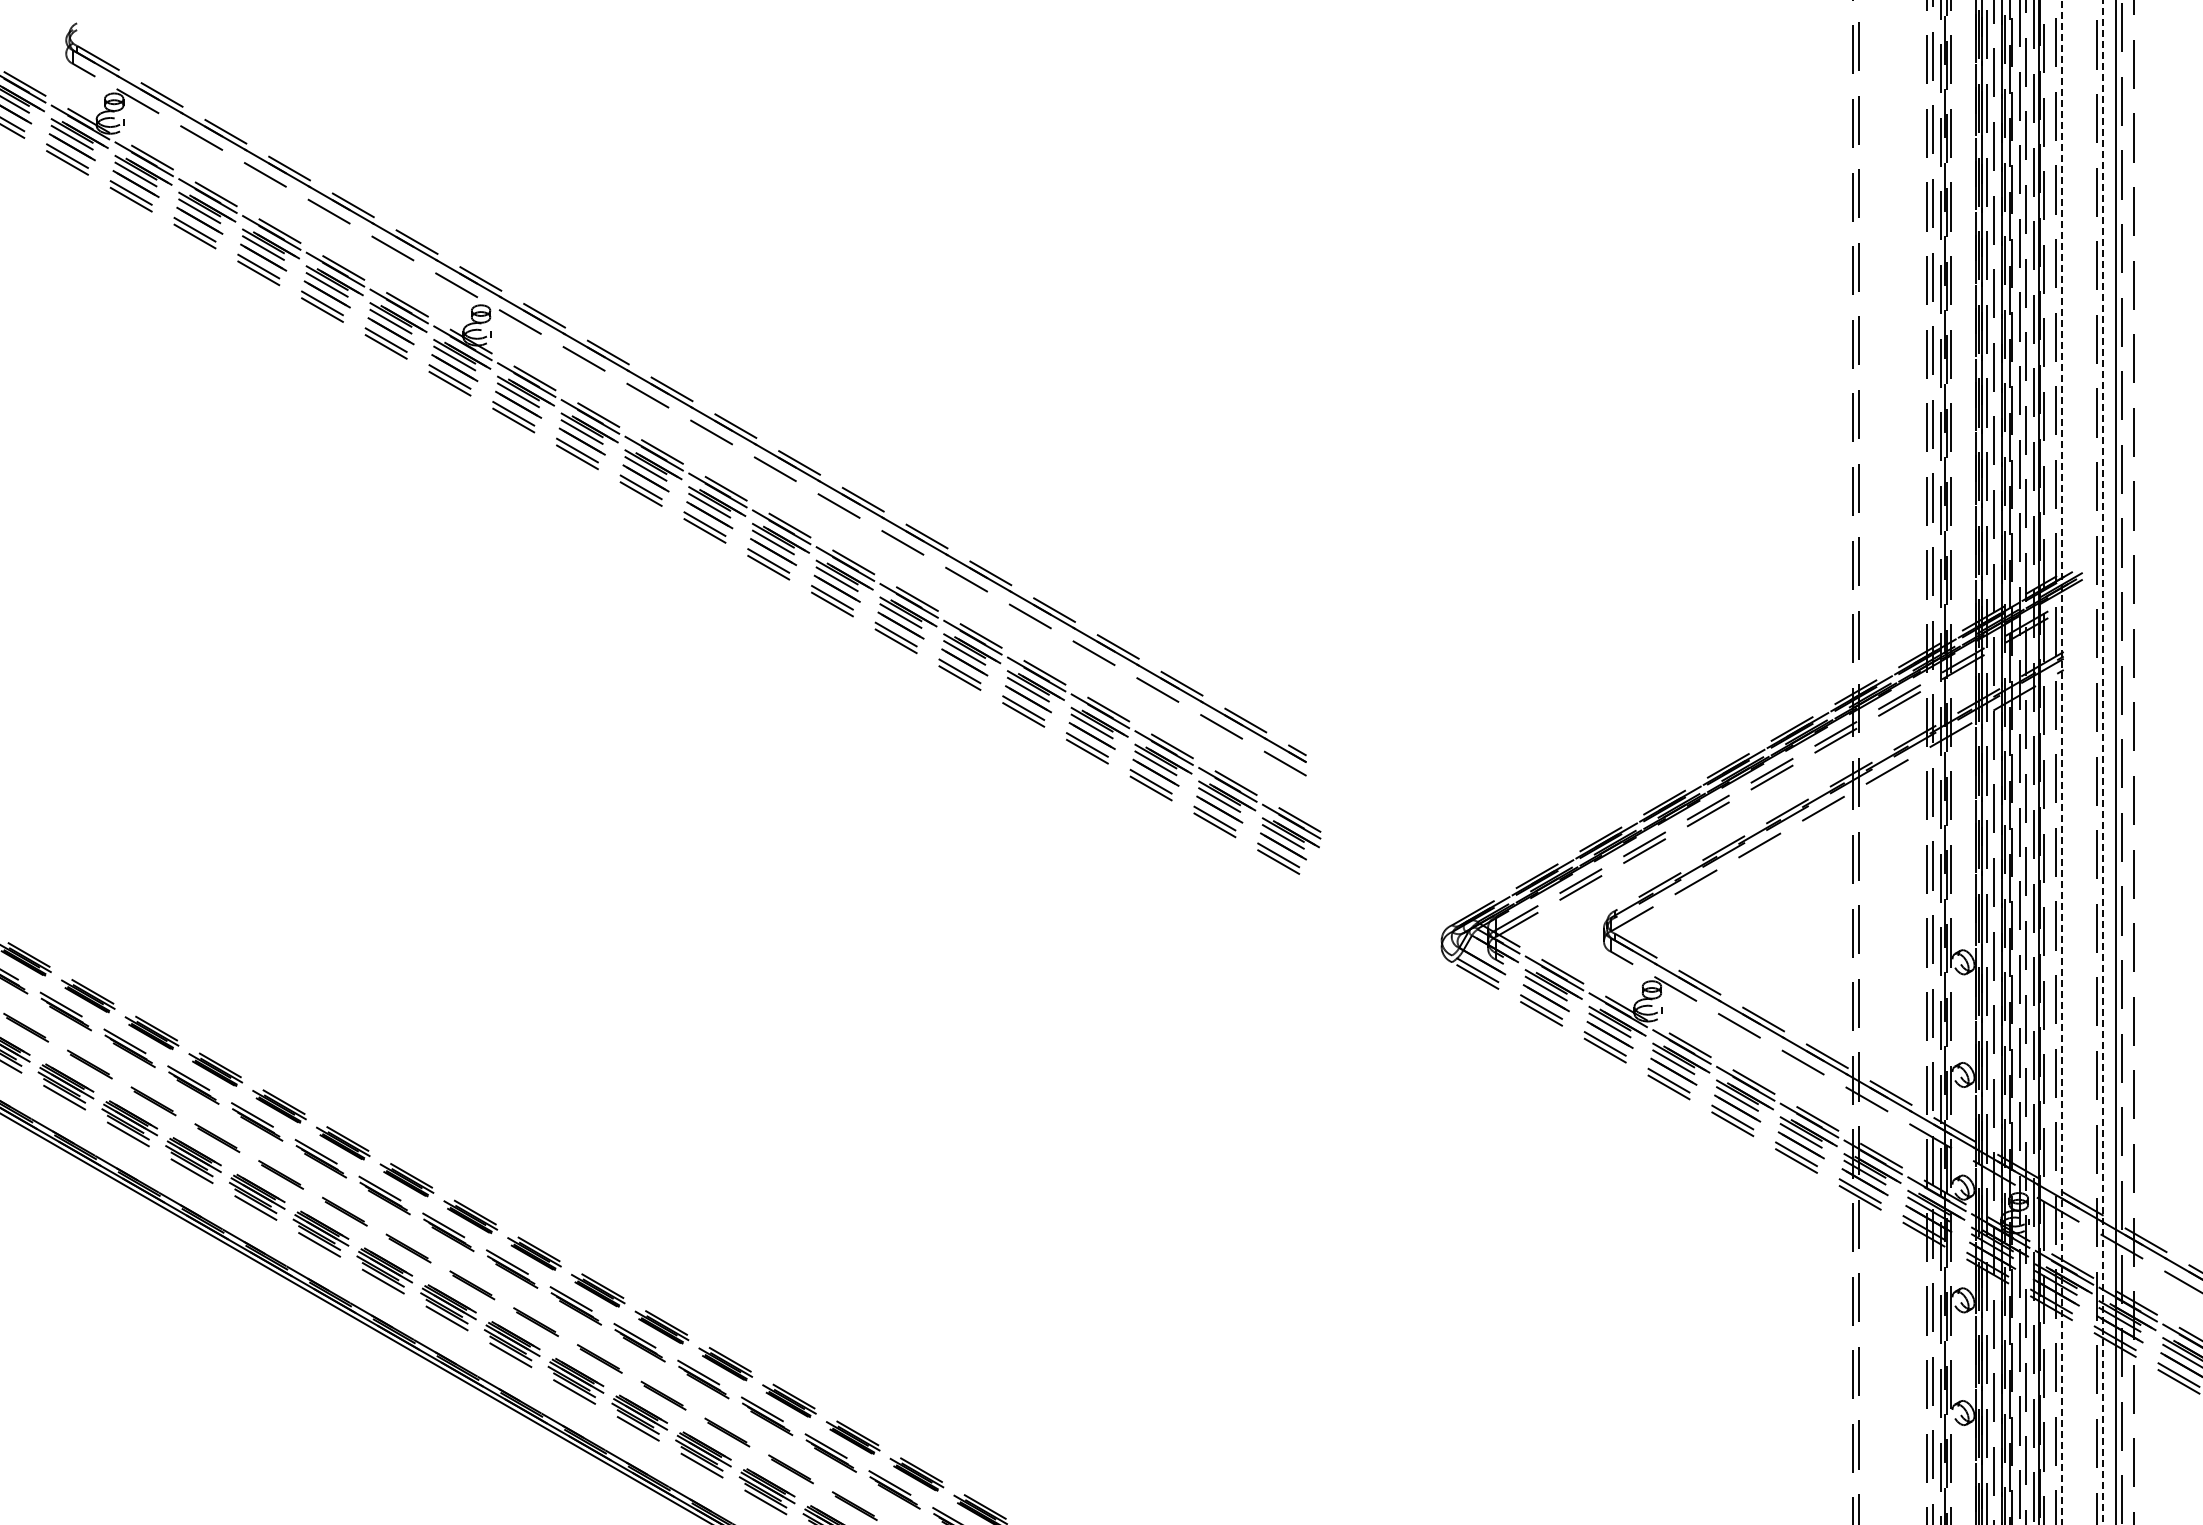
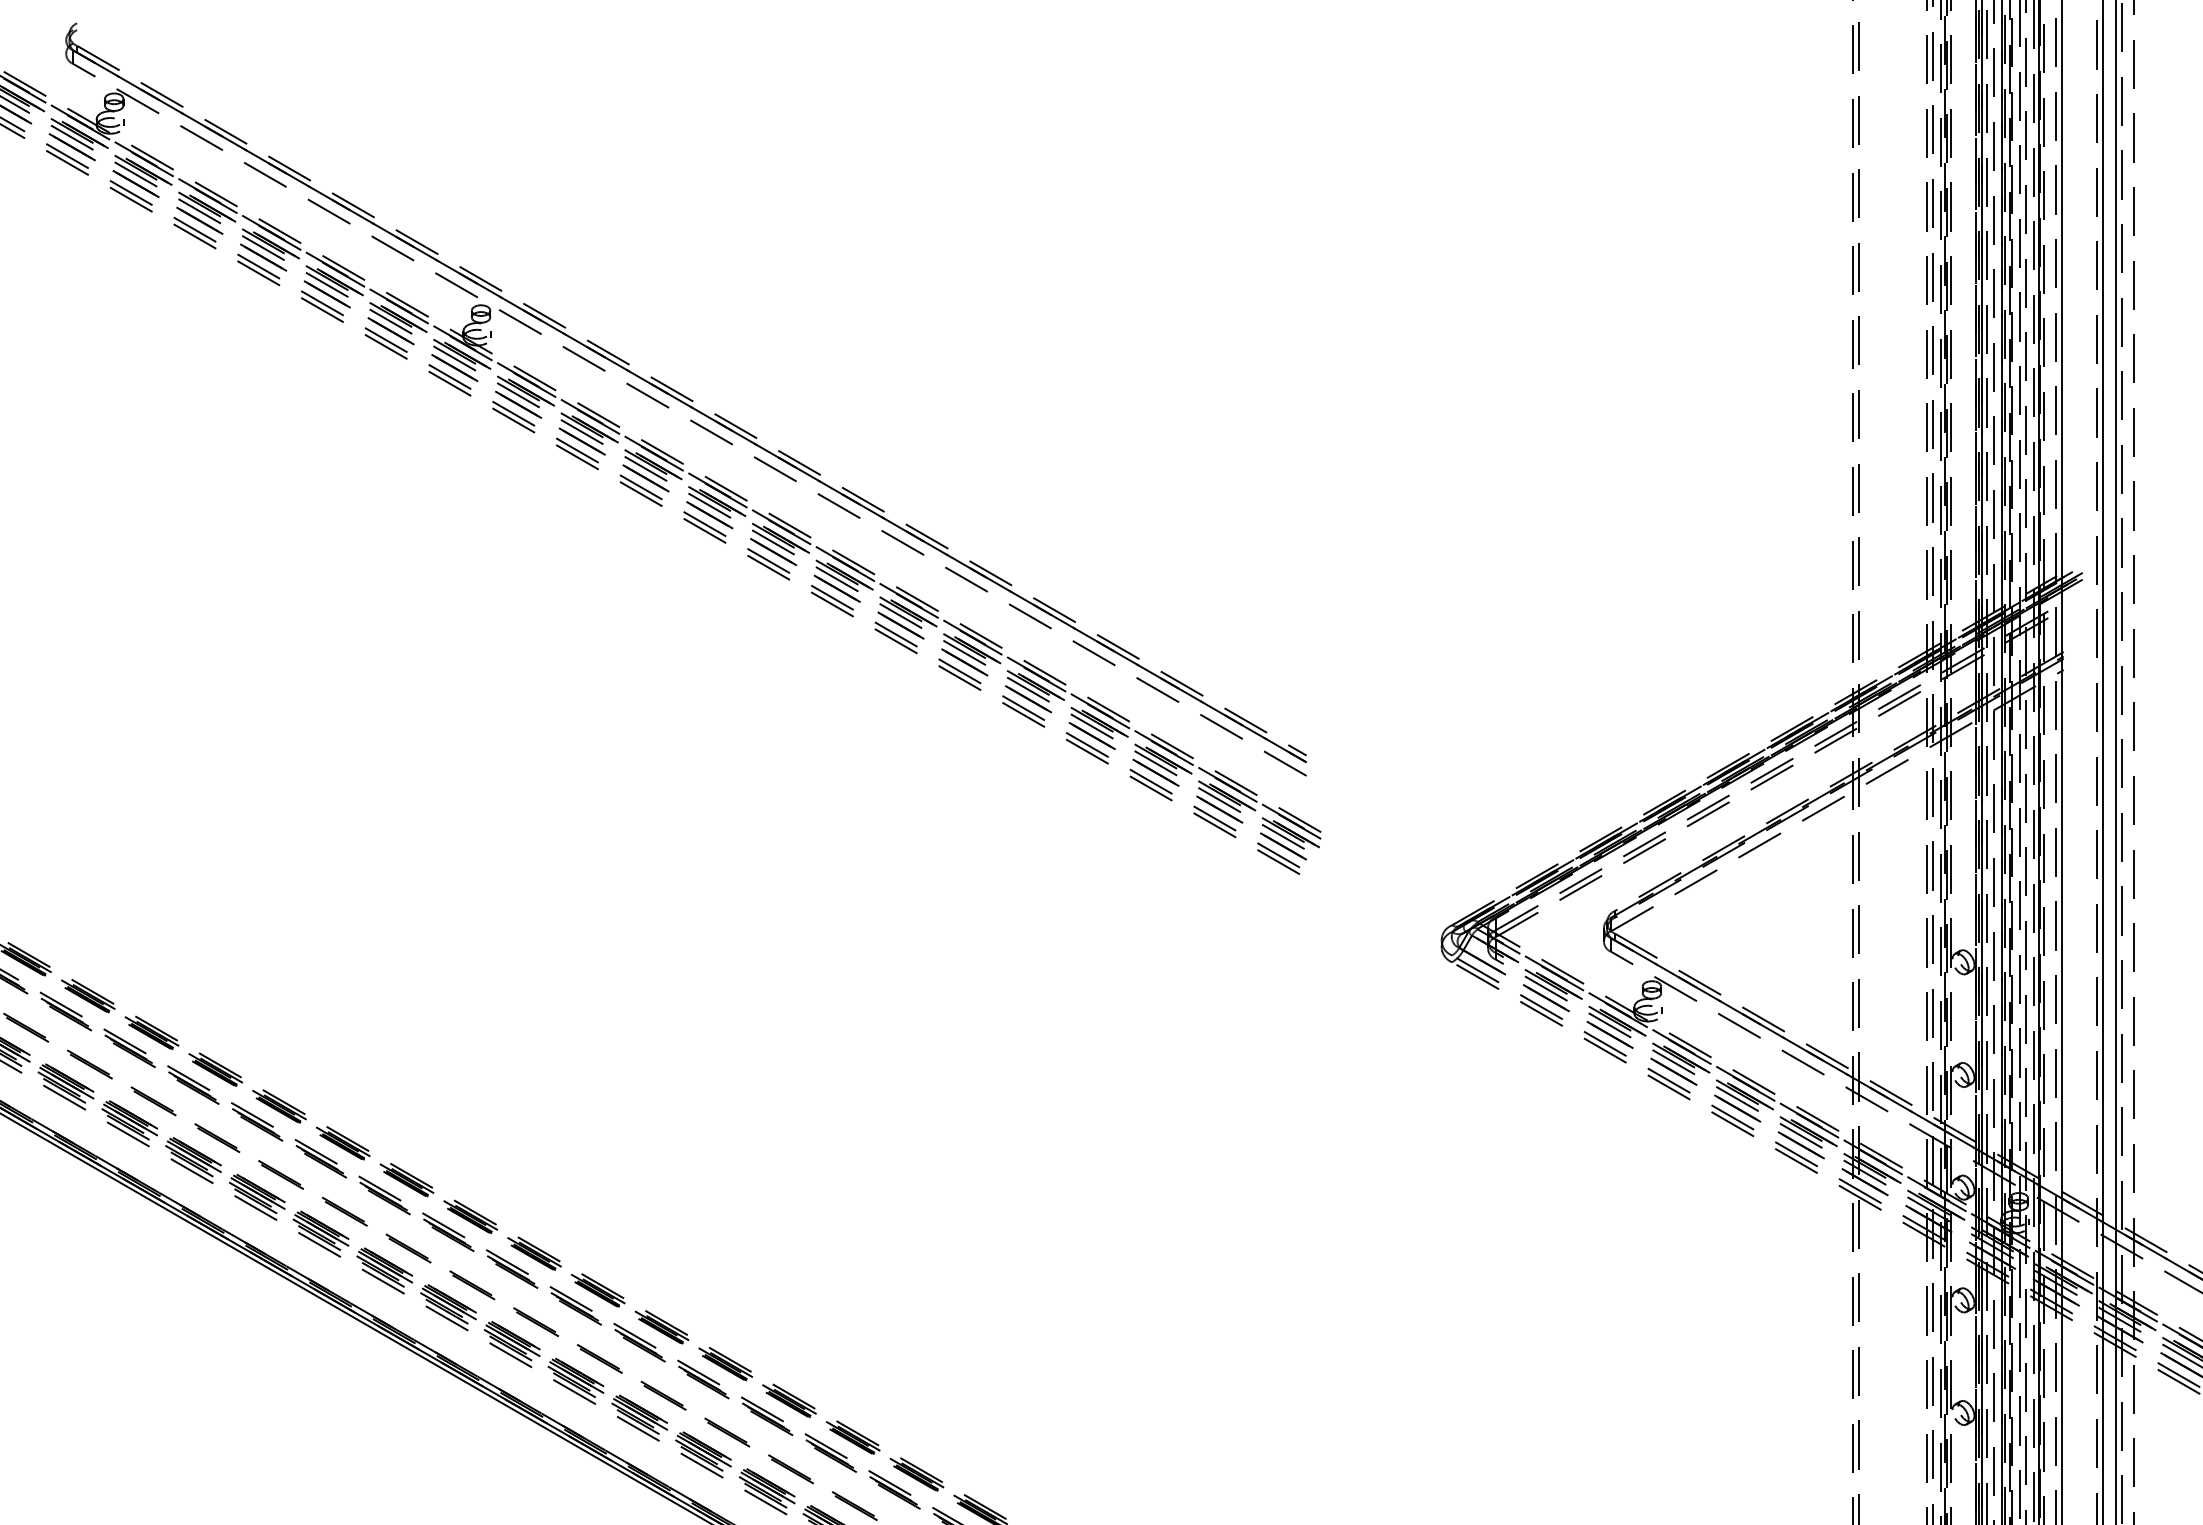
line at (2062, 762): dashed -> solid
line at (2103, 762): dashed -> solid
